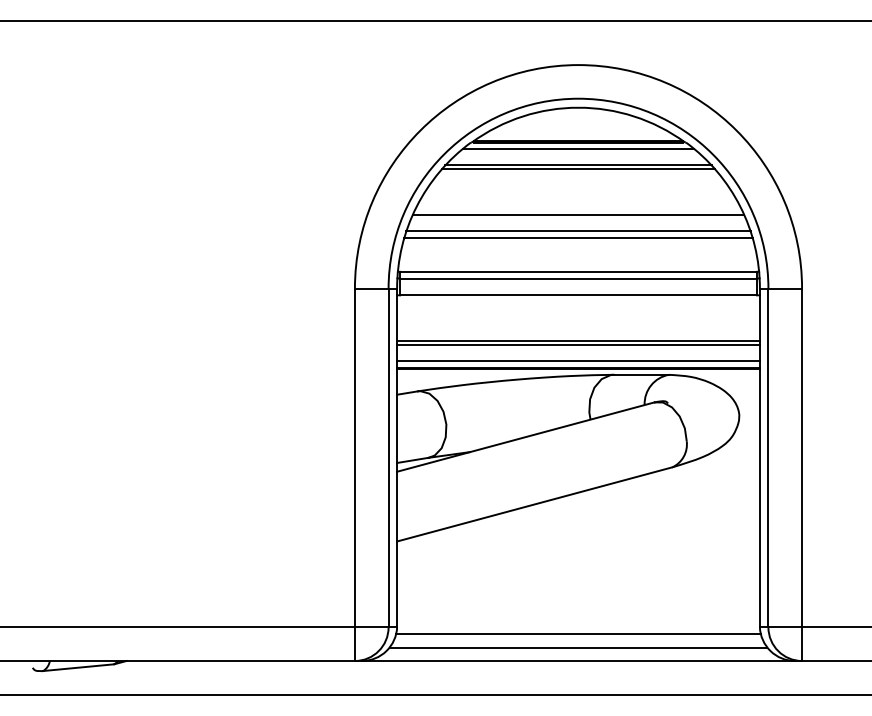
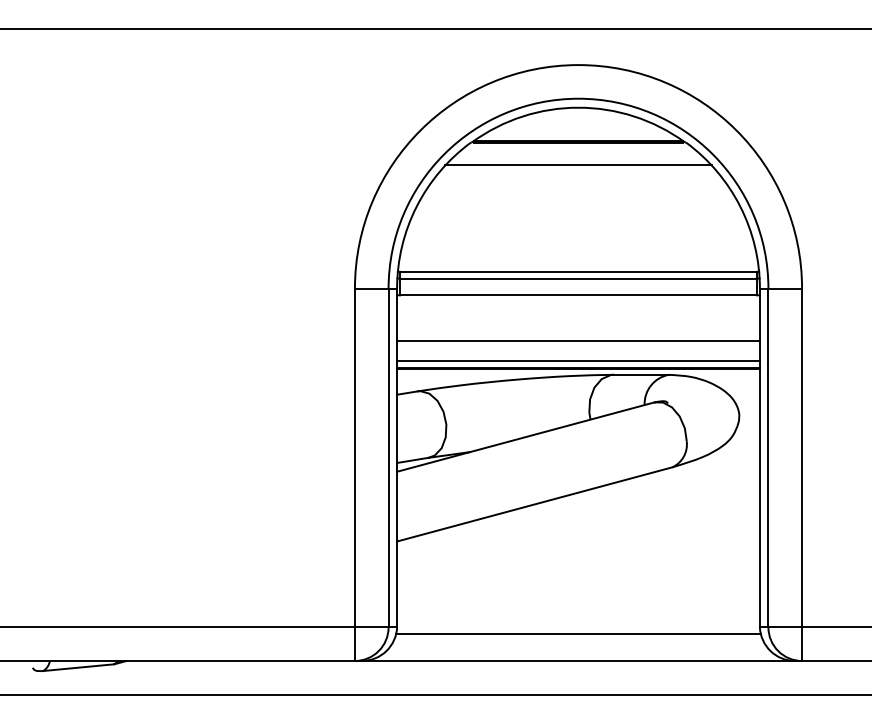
line at (435, 21) position: (435, 21) -> (435, 29)
line at (578, 148): present -> none
line at (578, 168): present -> none
line at (578, 214): present -> none
line at (578, 231): present -> none
line at (578, 238): present -> none
line at (578, 344): present -> none
line at (578, 647): present -> none
